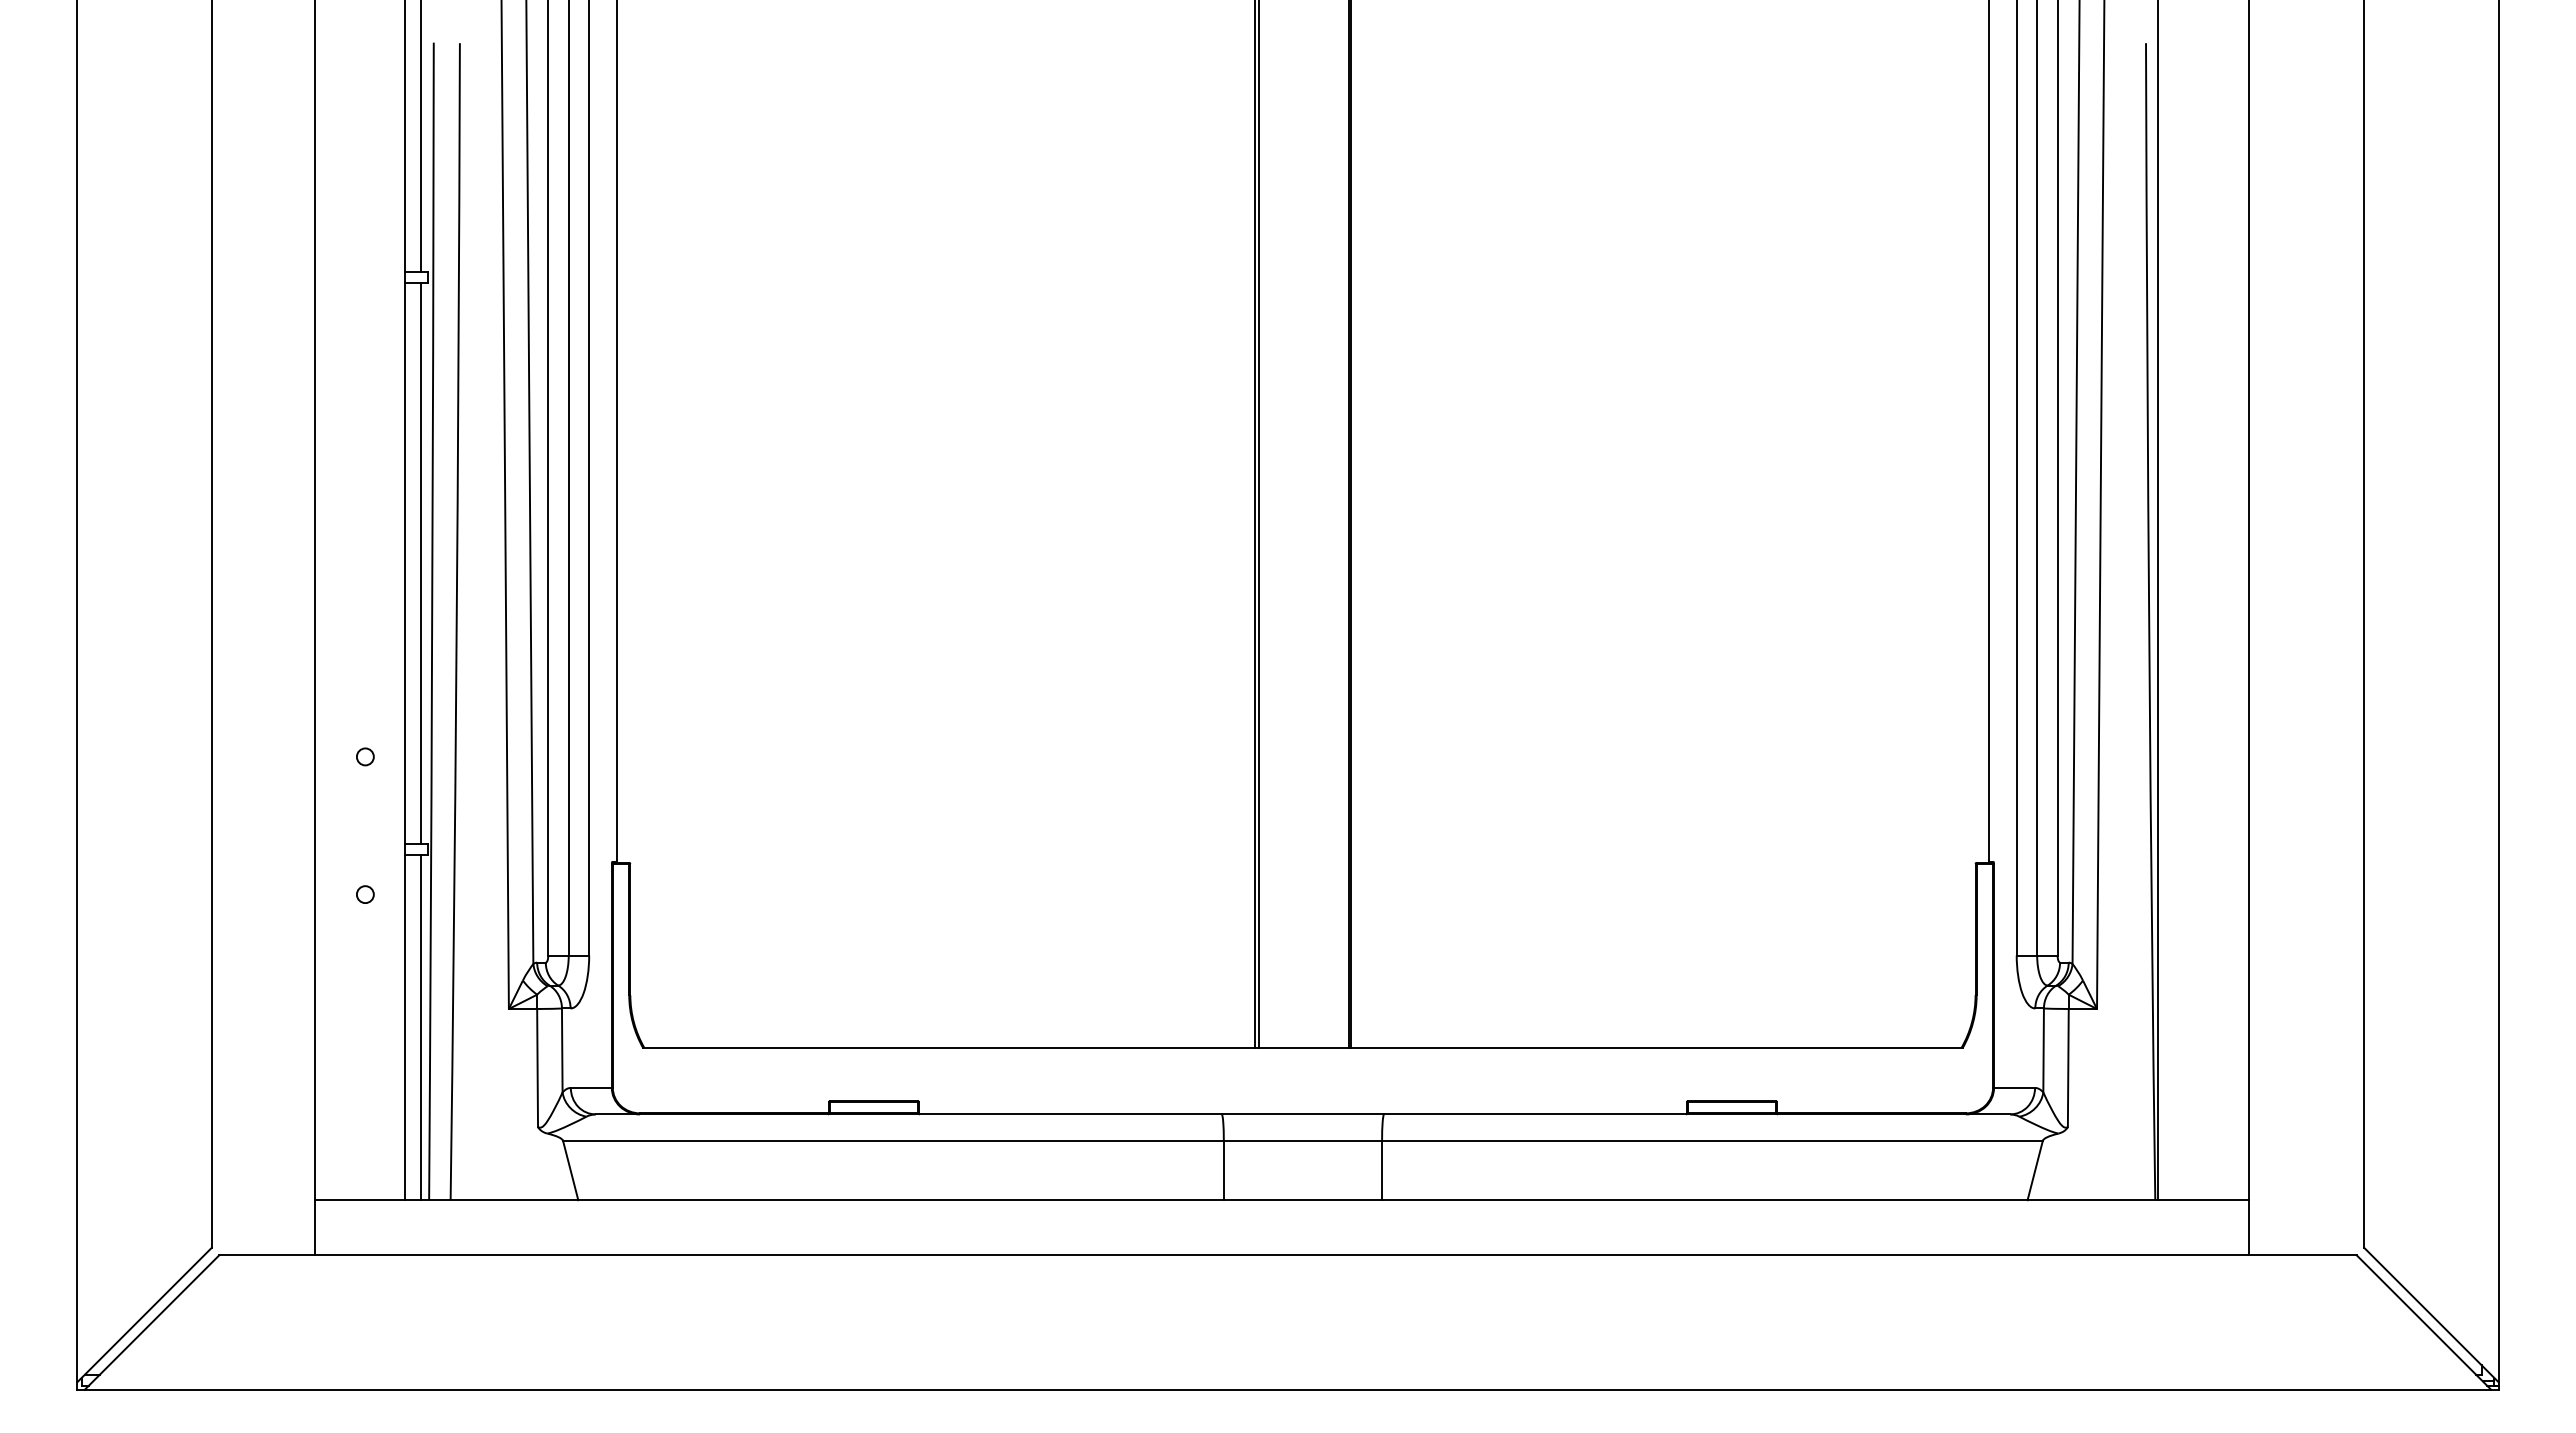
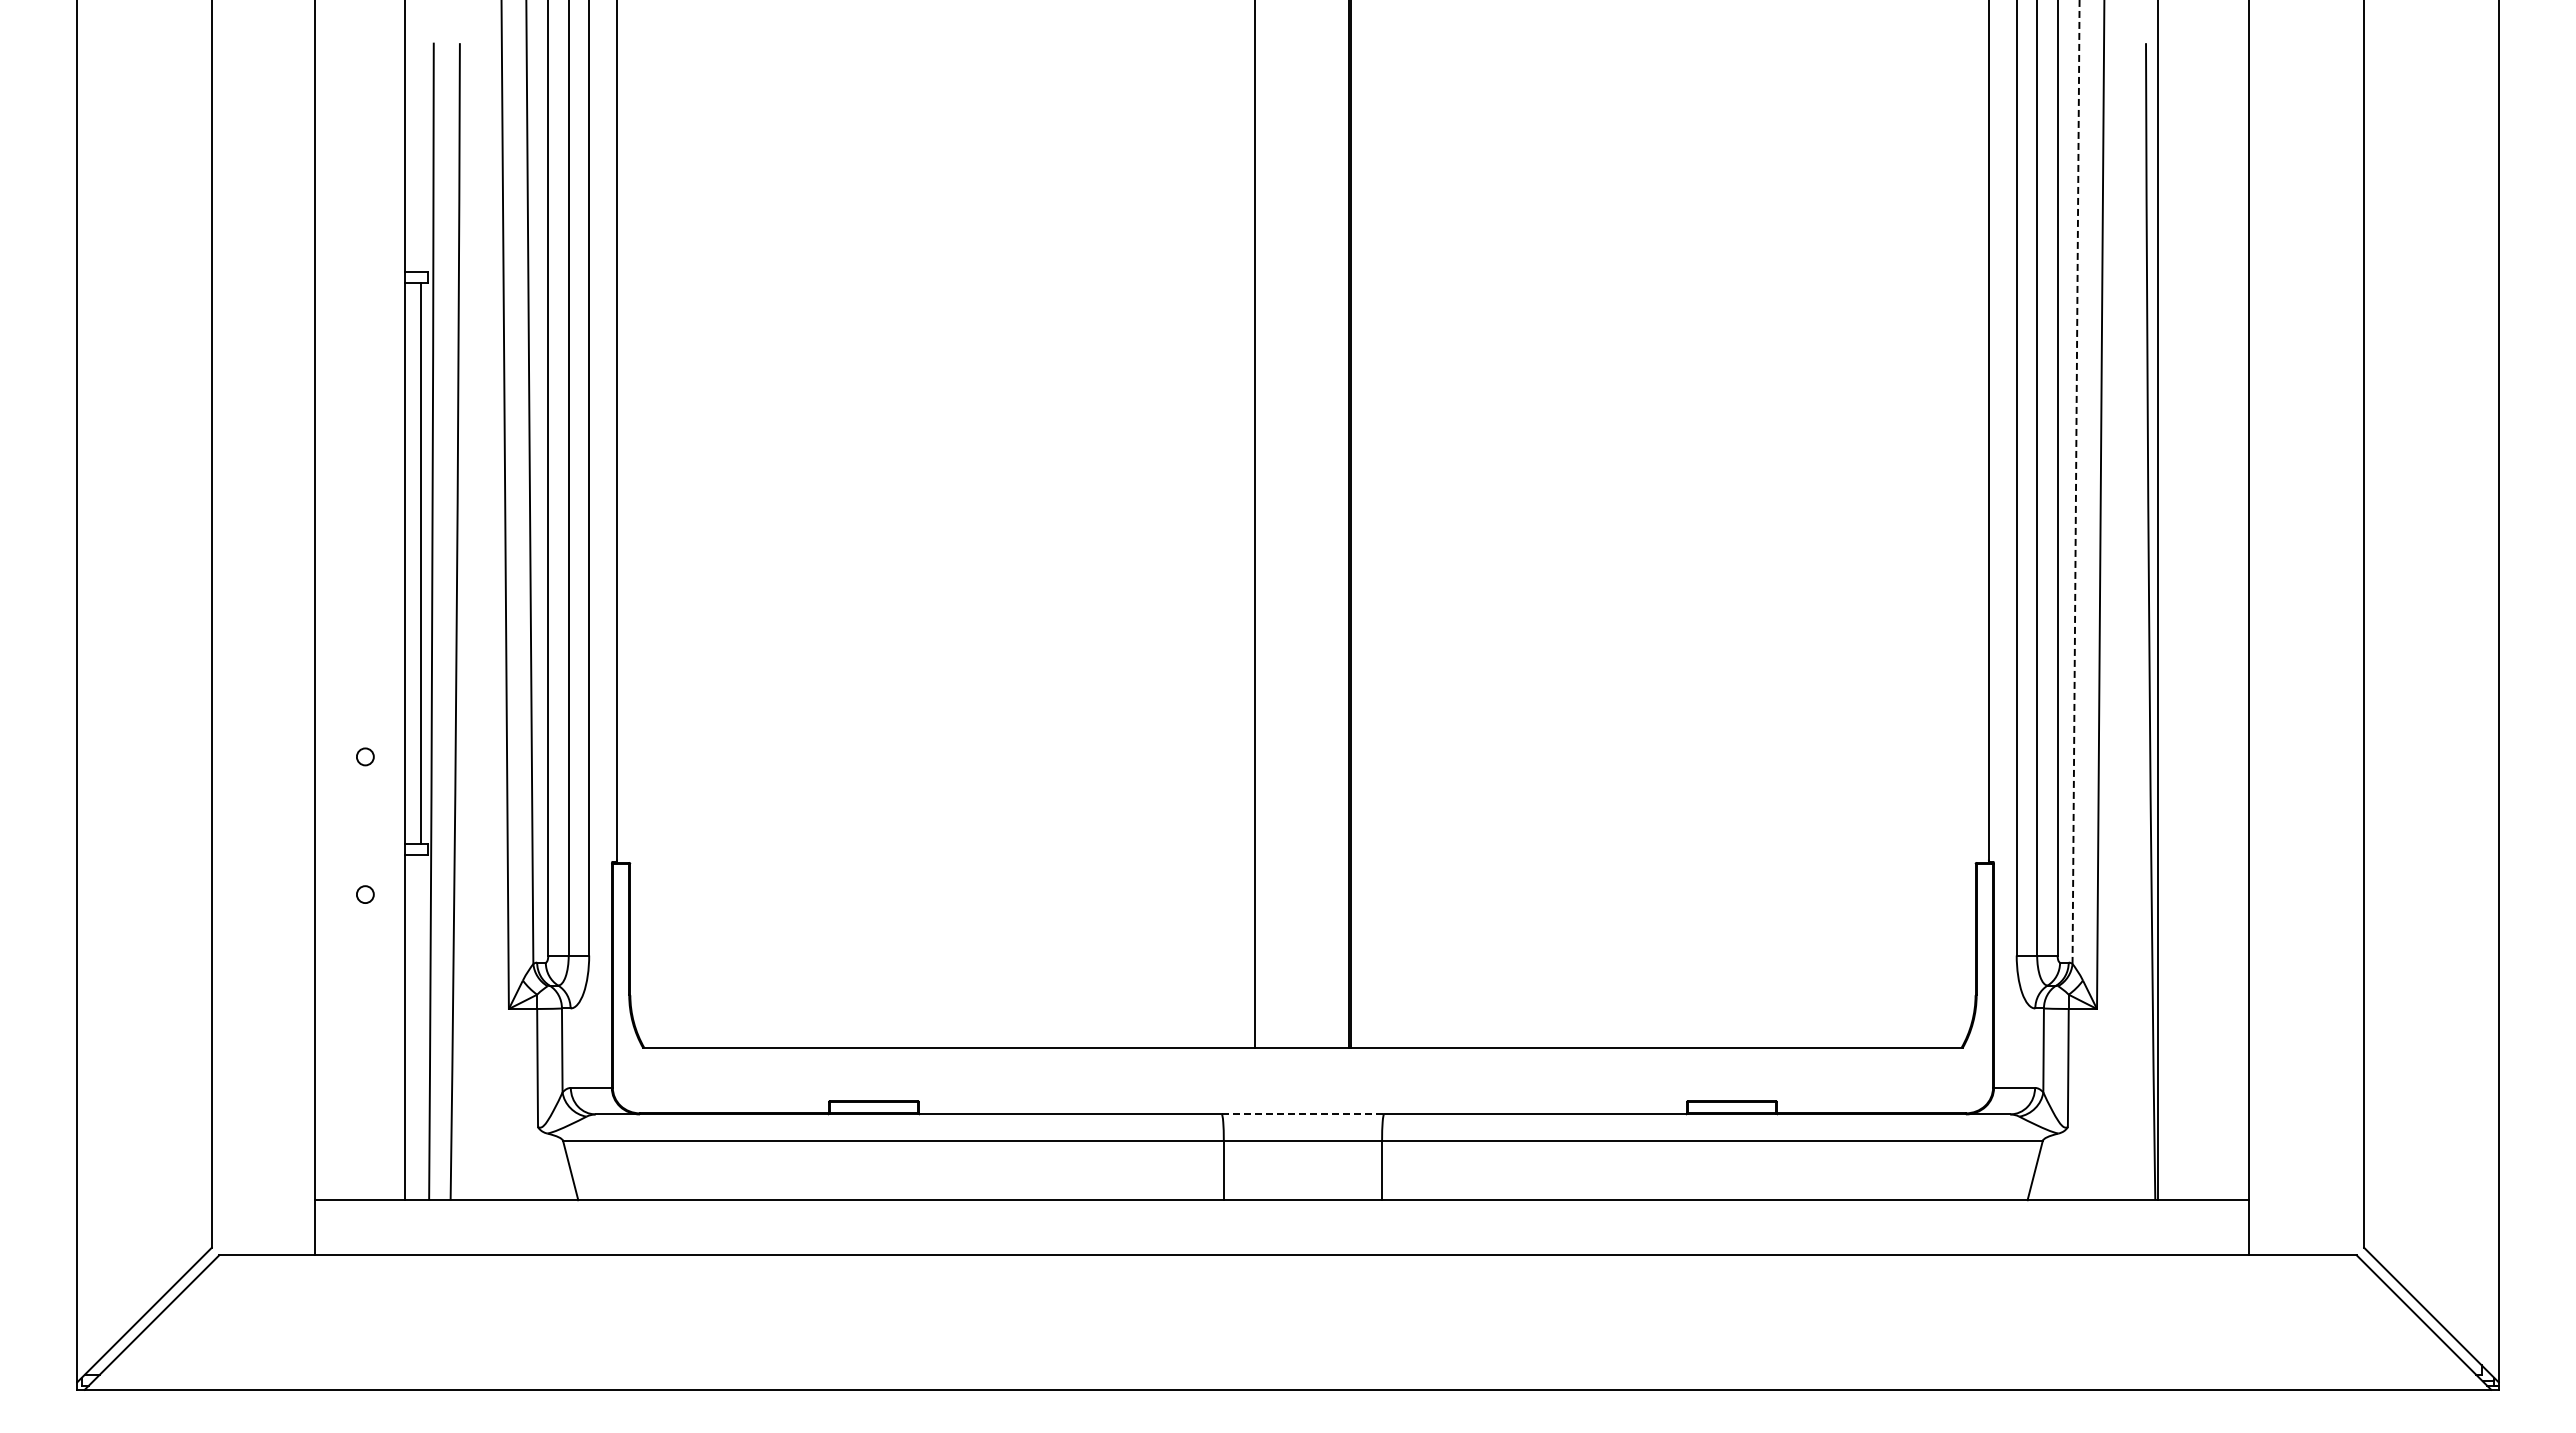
line at (420, 137): present -> none
line at (2076, 481): solid -> dashed
line at (1258, 525): present -> none
line at (420, 1027): present -> none
line at (1303, 1114): solid -> dashed
